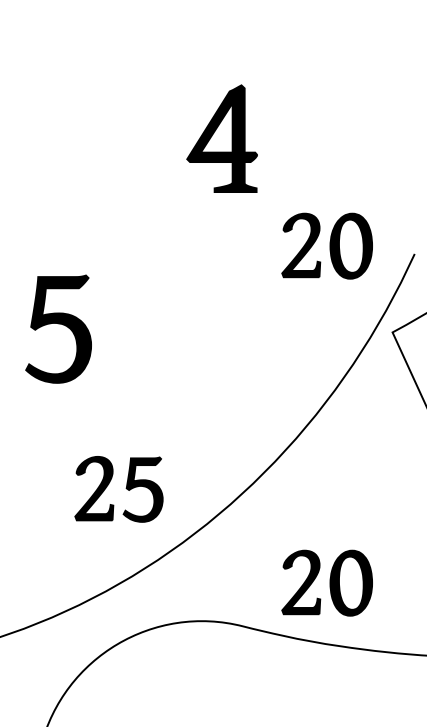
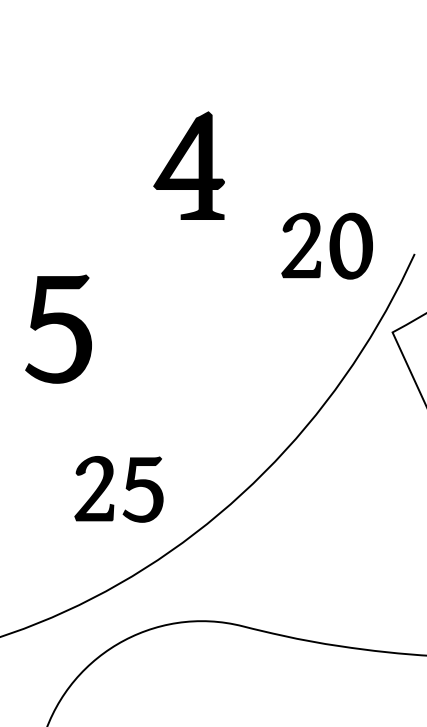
part at (221, 138) position: (221, 138) -> (188, 165)
part at (326, 582): present -> none
